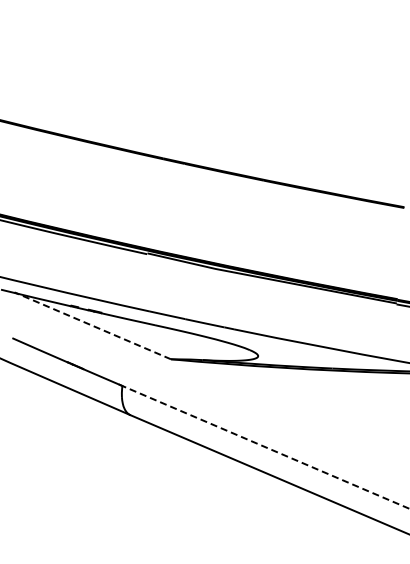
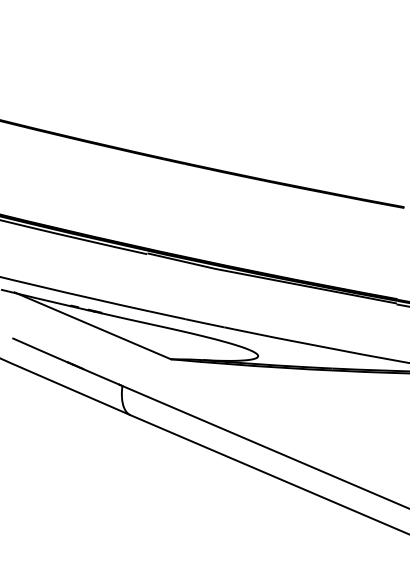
line at (92, 325): dashed -> solid
line at (264, 446): dashed -> solid
